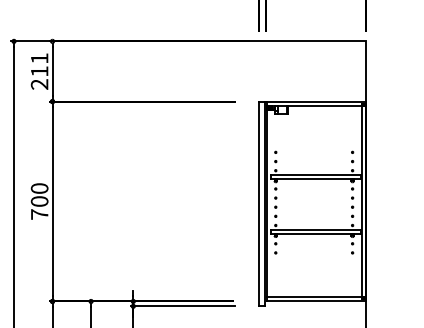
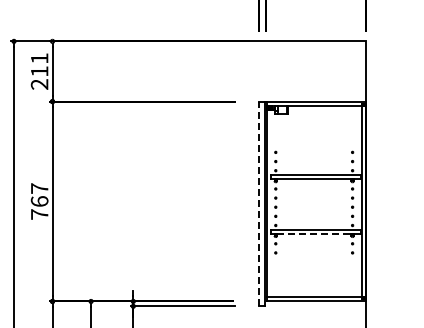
text at (39, 194): 700 -> 767
line at (259, 203): solid -> dashed
line at (314, 234): solid -> dashed
